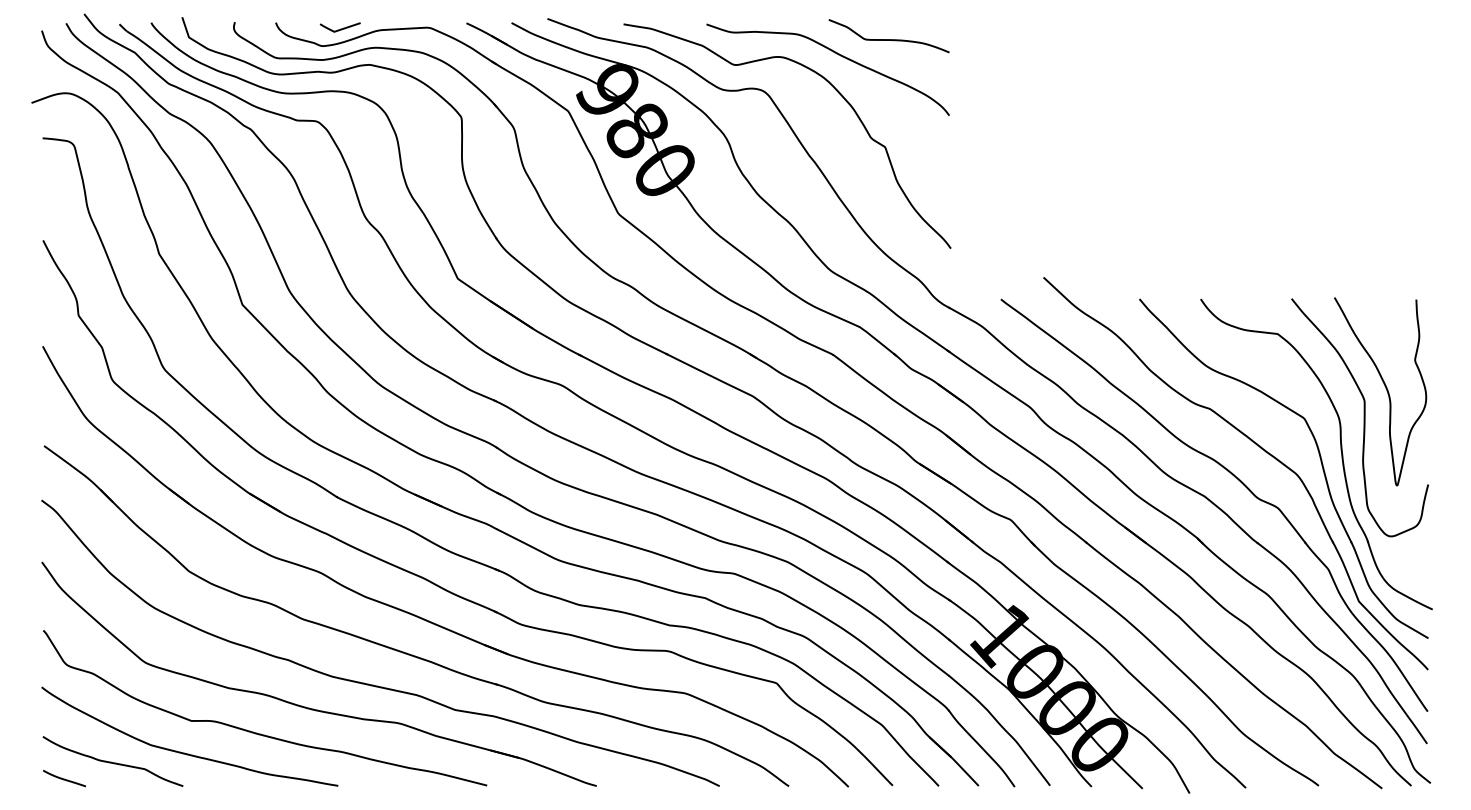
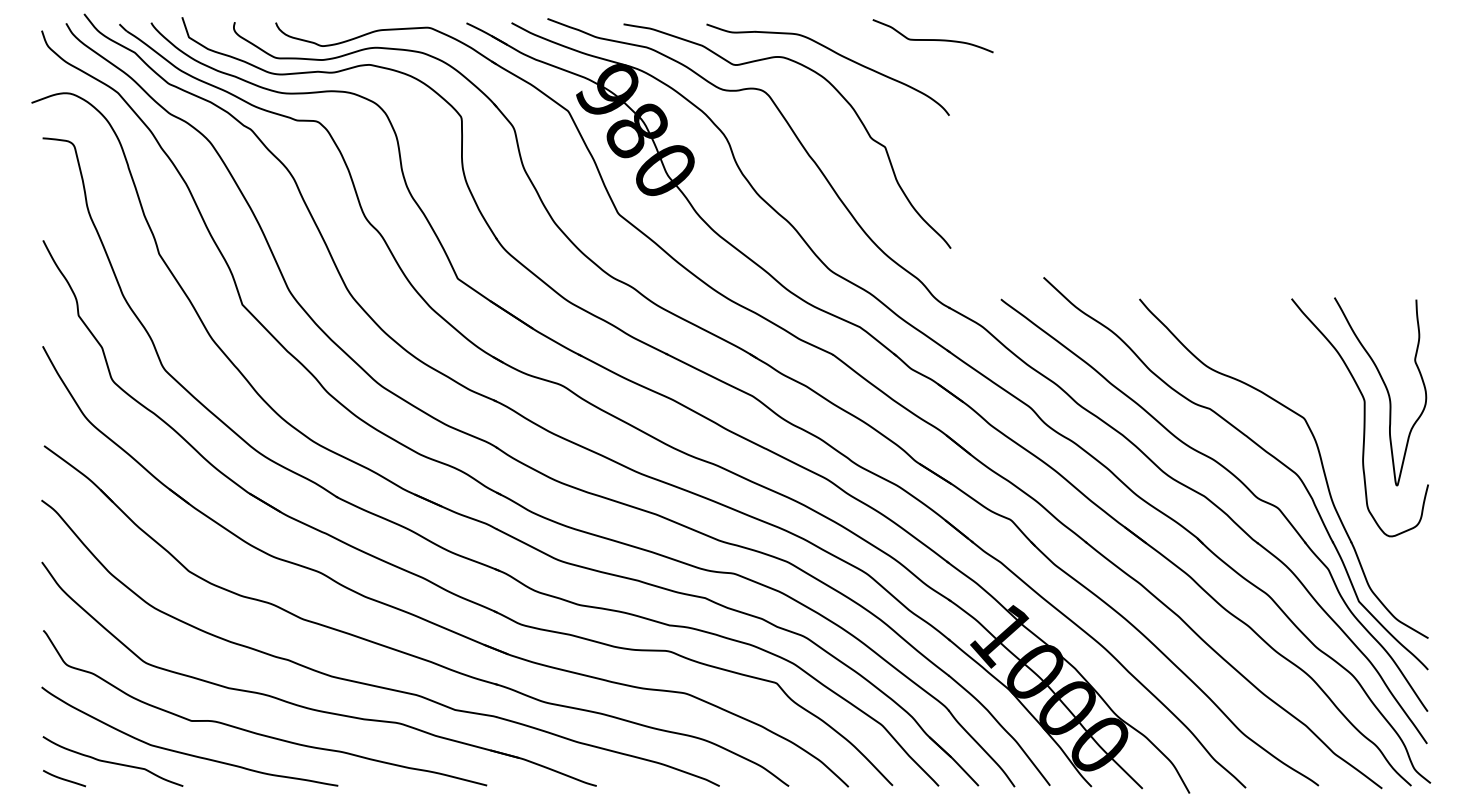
curve at (340, 28): present -> none
curve at (888, 39) position: (888, 39) -> (932, 39)
part at (1340, 450): present -> none
